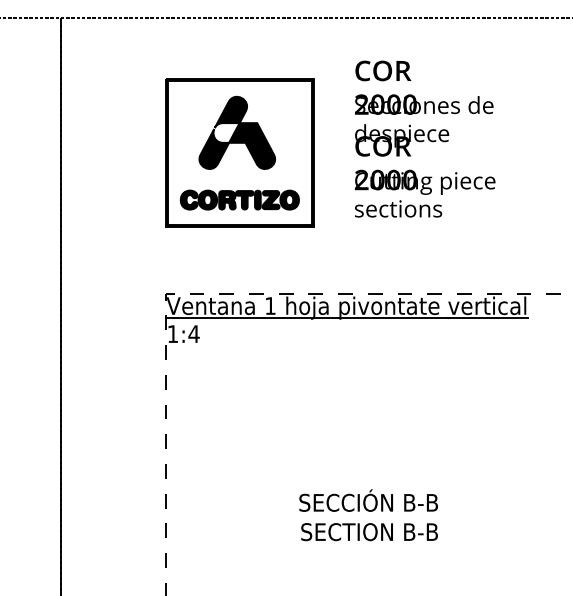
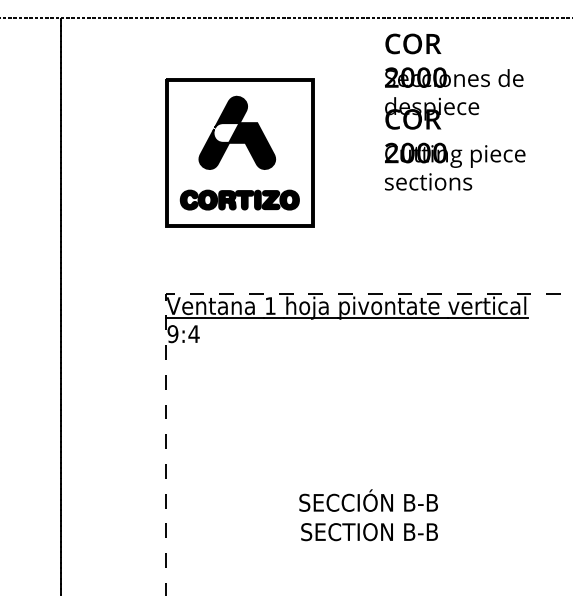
text at (425, 138) position: (425, 138) -> (455, 111)
text at (172, 334): 1:4 -> 9:4
